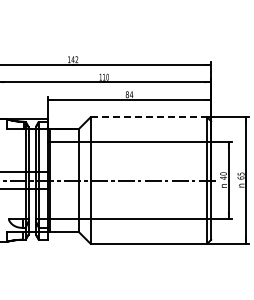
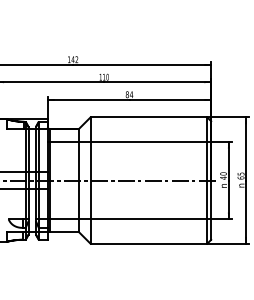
line at (149, 117): dashed -> solid
